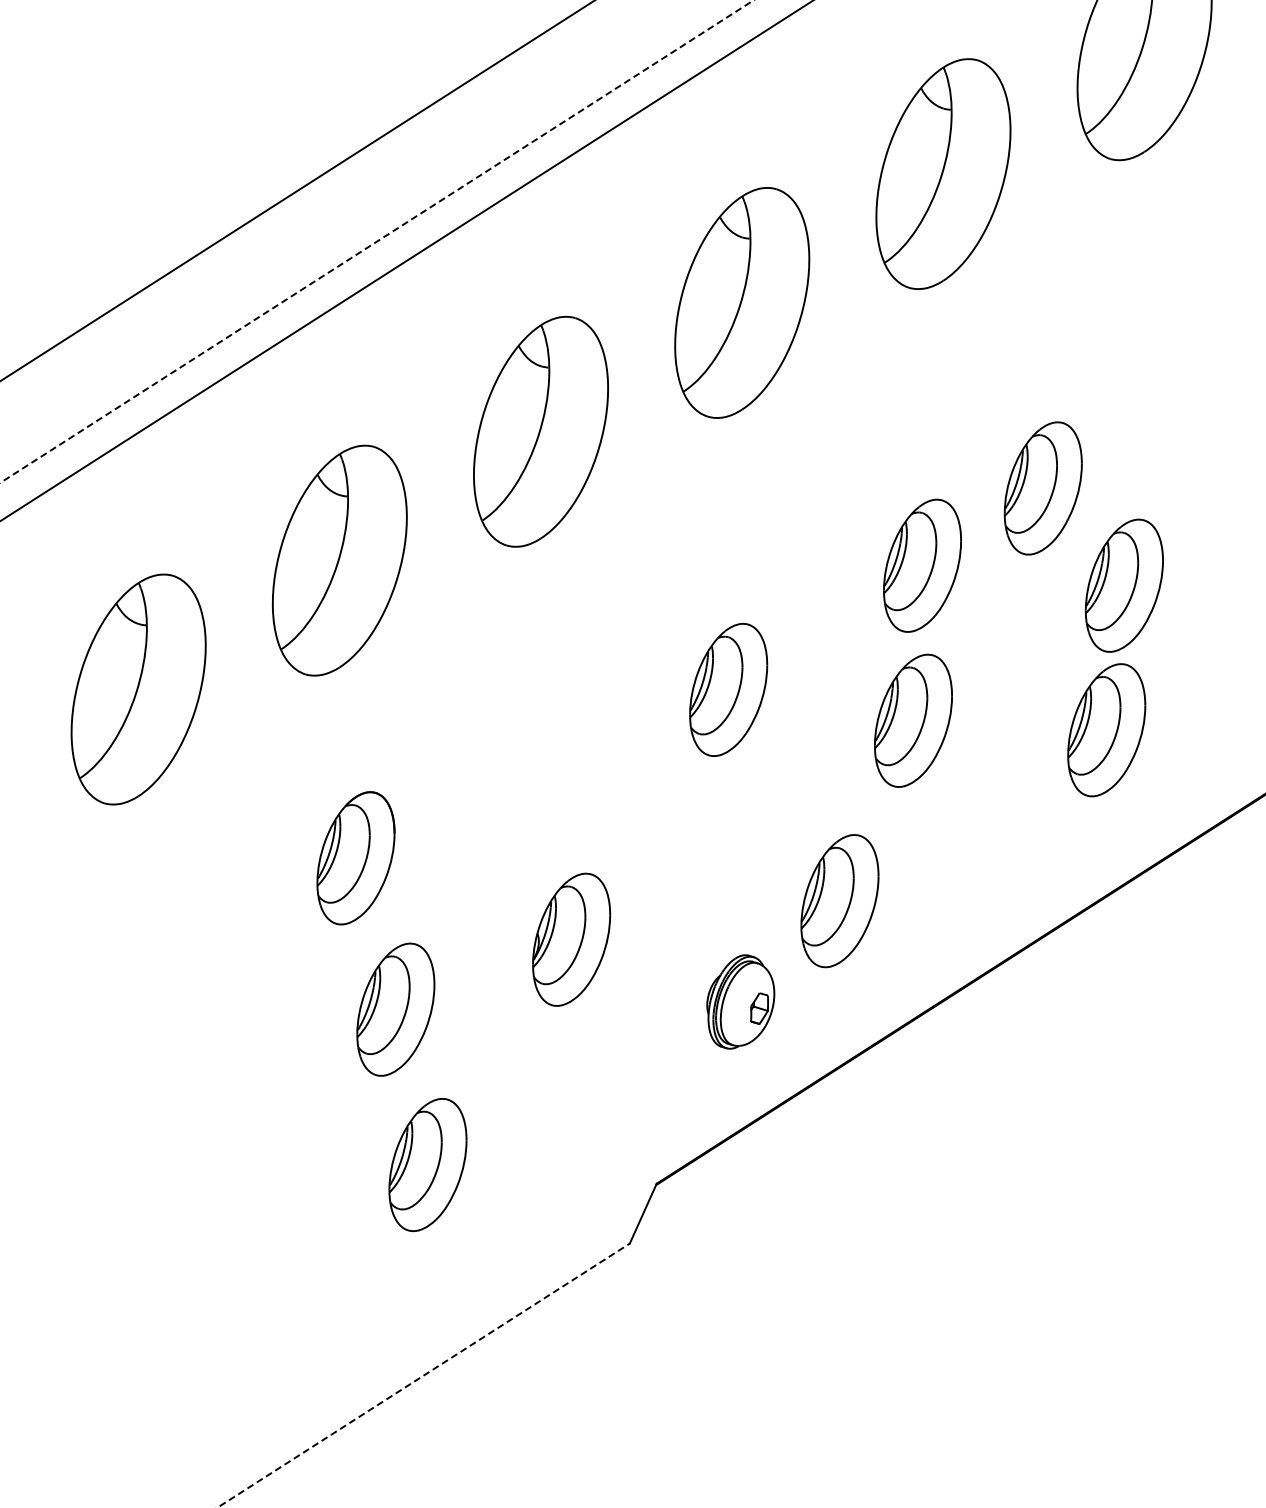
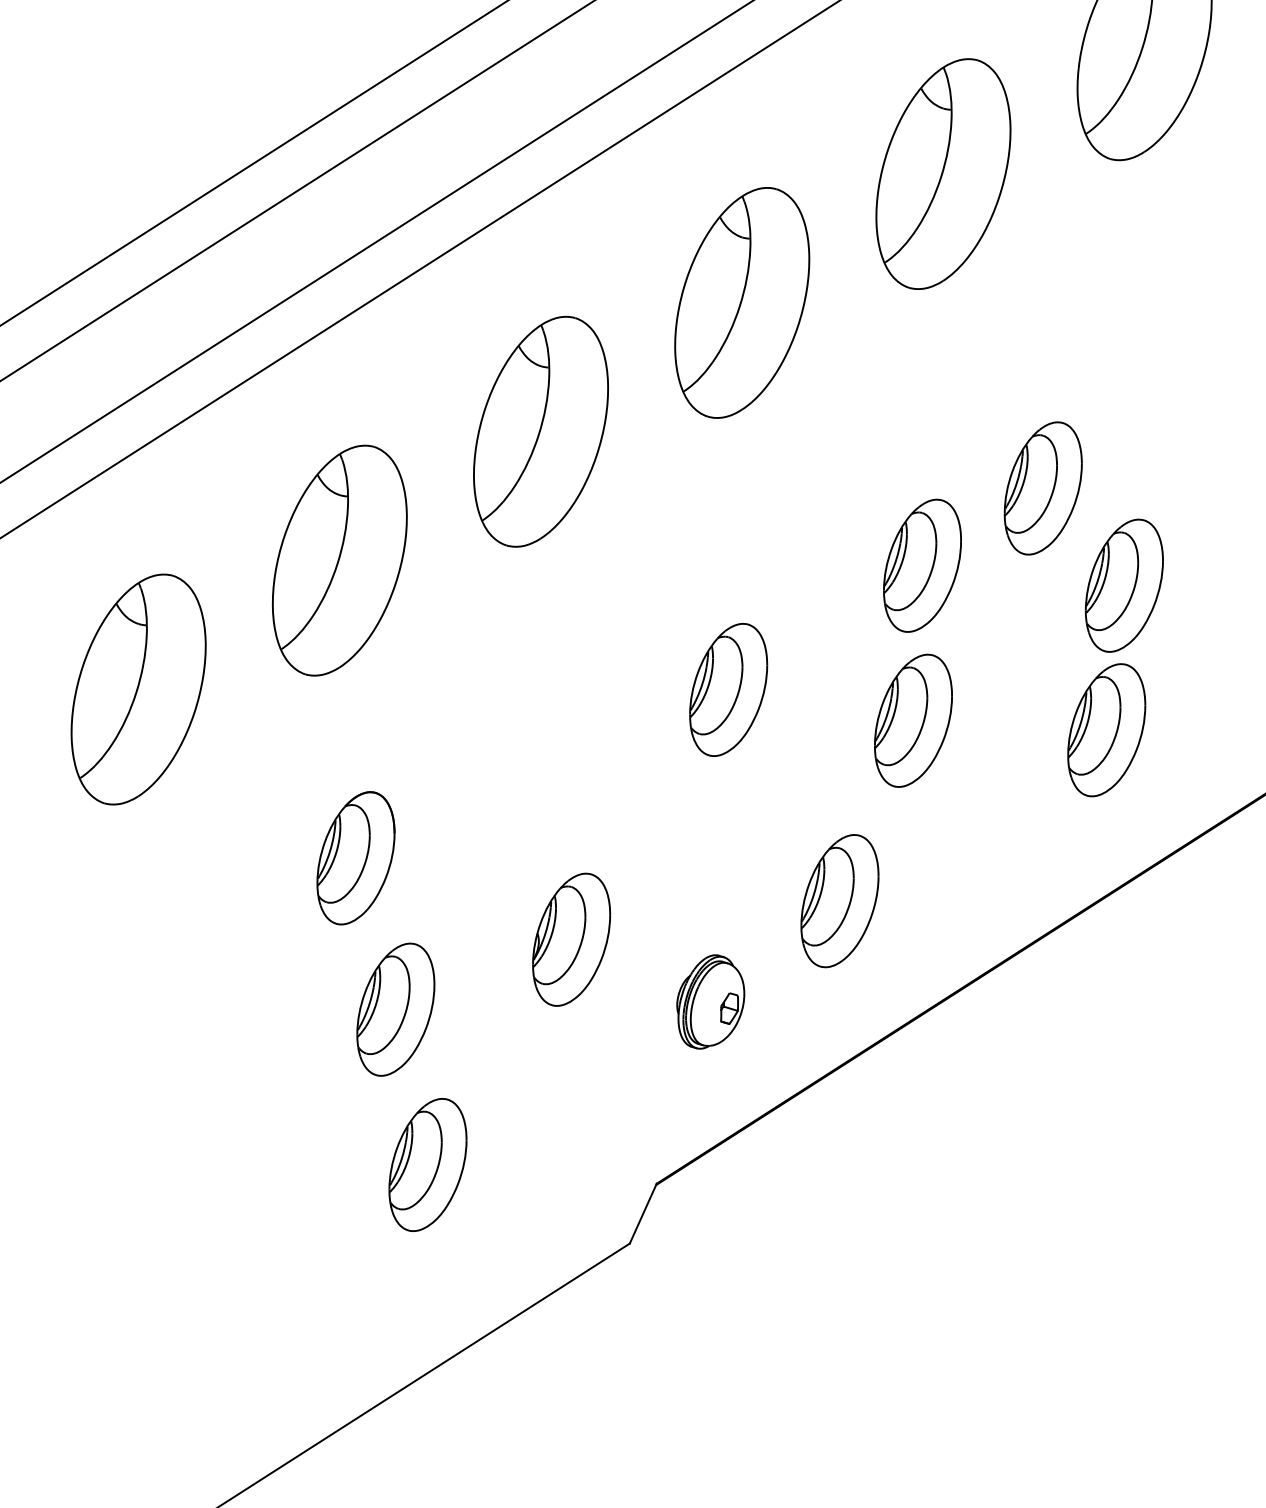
line at (253, 163): none -> present
line at (376, 241): dashed -> solid
line at (406, 260) position: (406, 260) -> (419, 269)
part at (740, 1001) position: (740, 1001) -> (710, 1001)
line at (423, 1375): dashed -> solid
